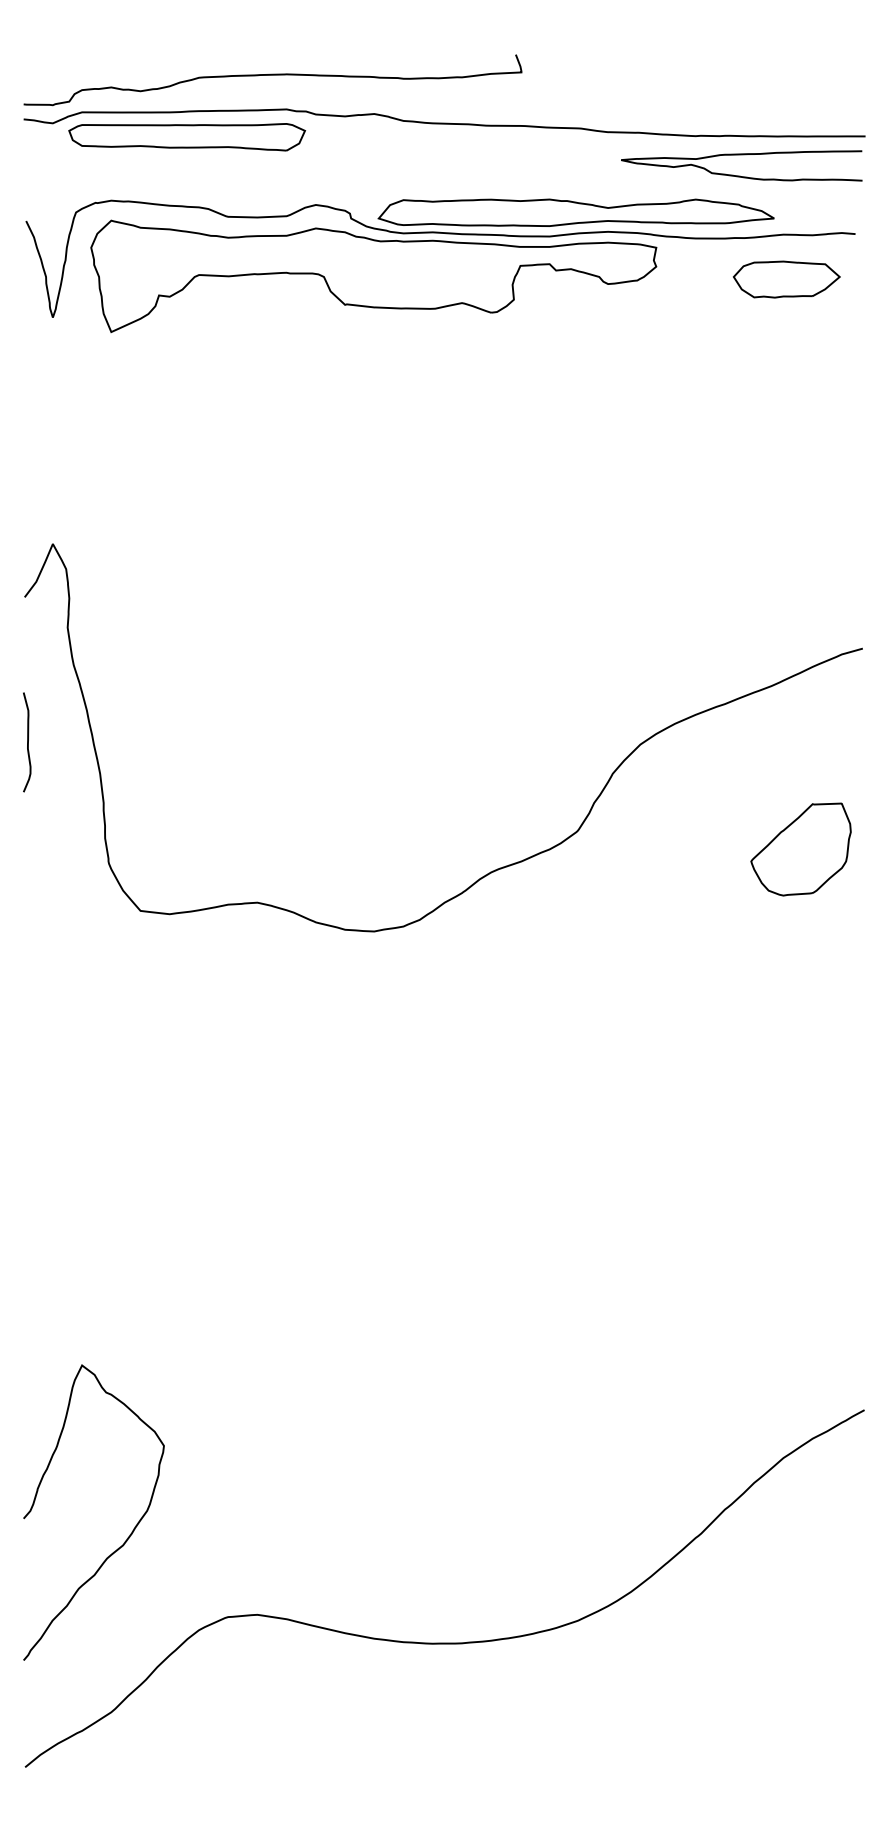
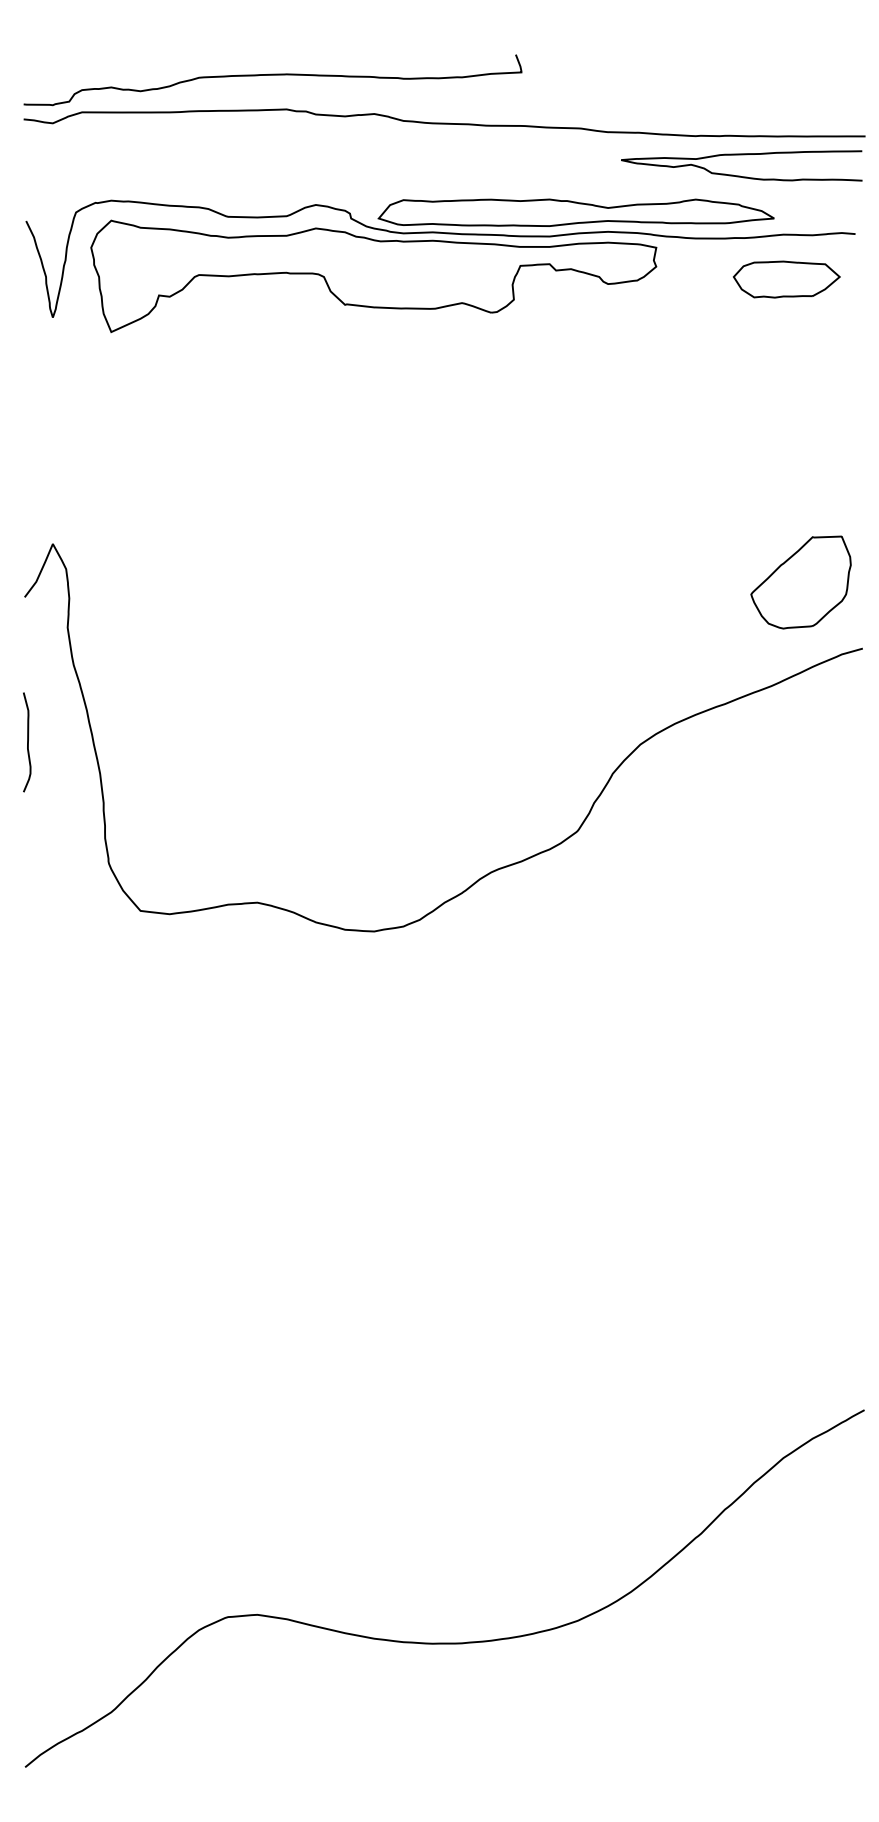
part at (187, 137): present -> none
part at (800, 849) position: (800, 849) -> (800, 582)
curve at (127, 1537): present -> none
